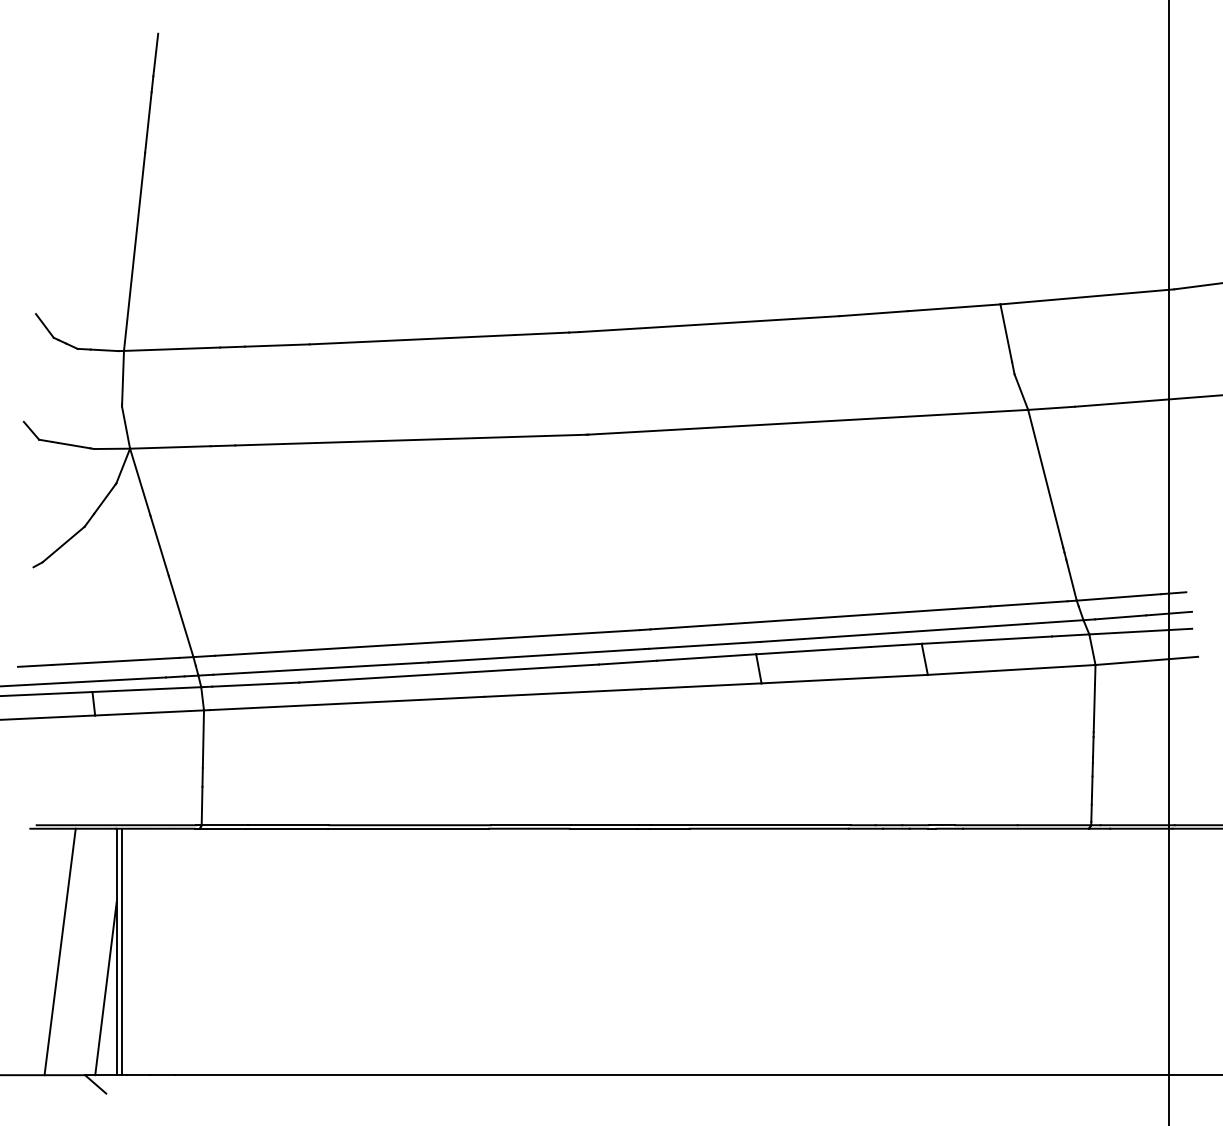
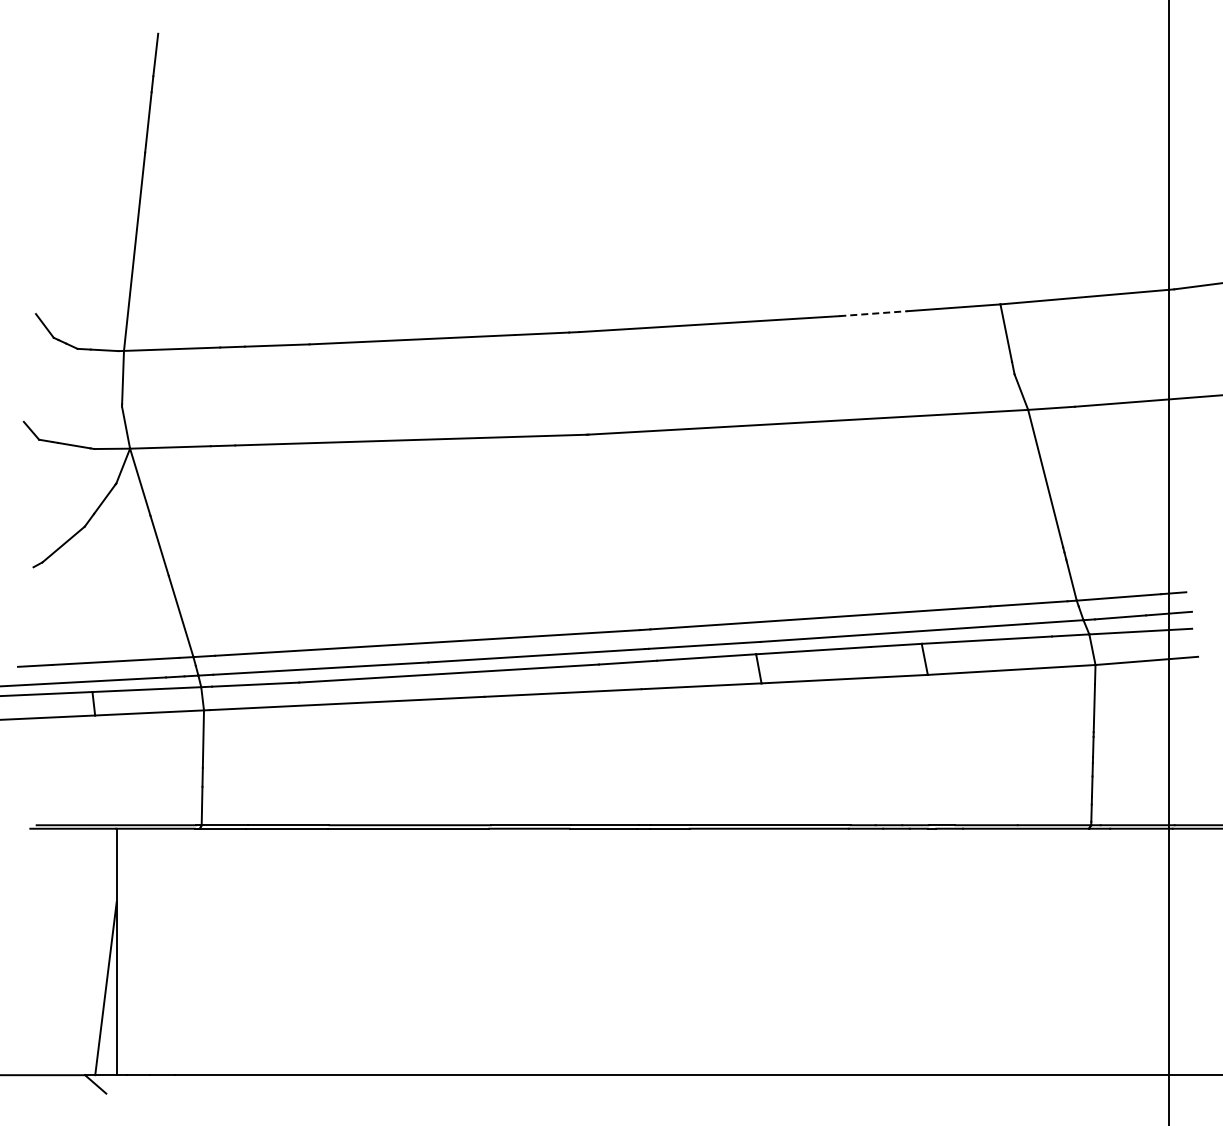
line at (874, 313): solid -> dashed
line at (59, 951): present -> none
line at (122, 951): present -> none
